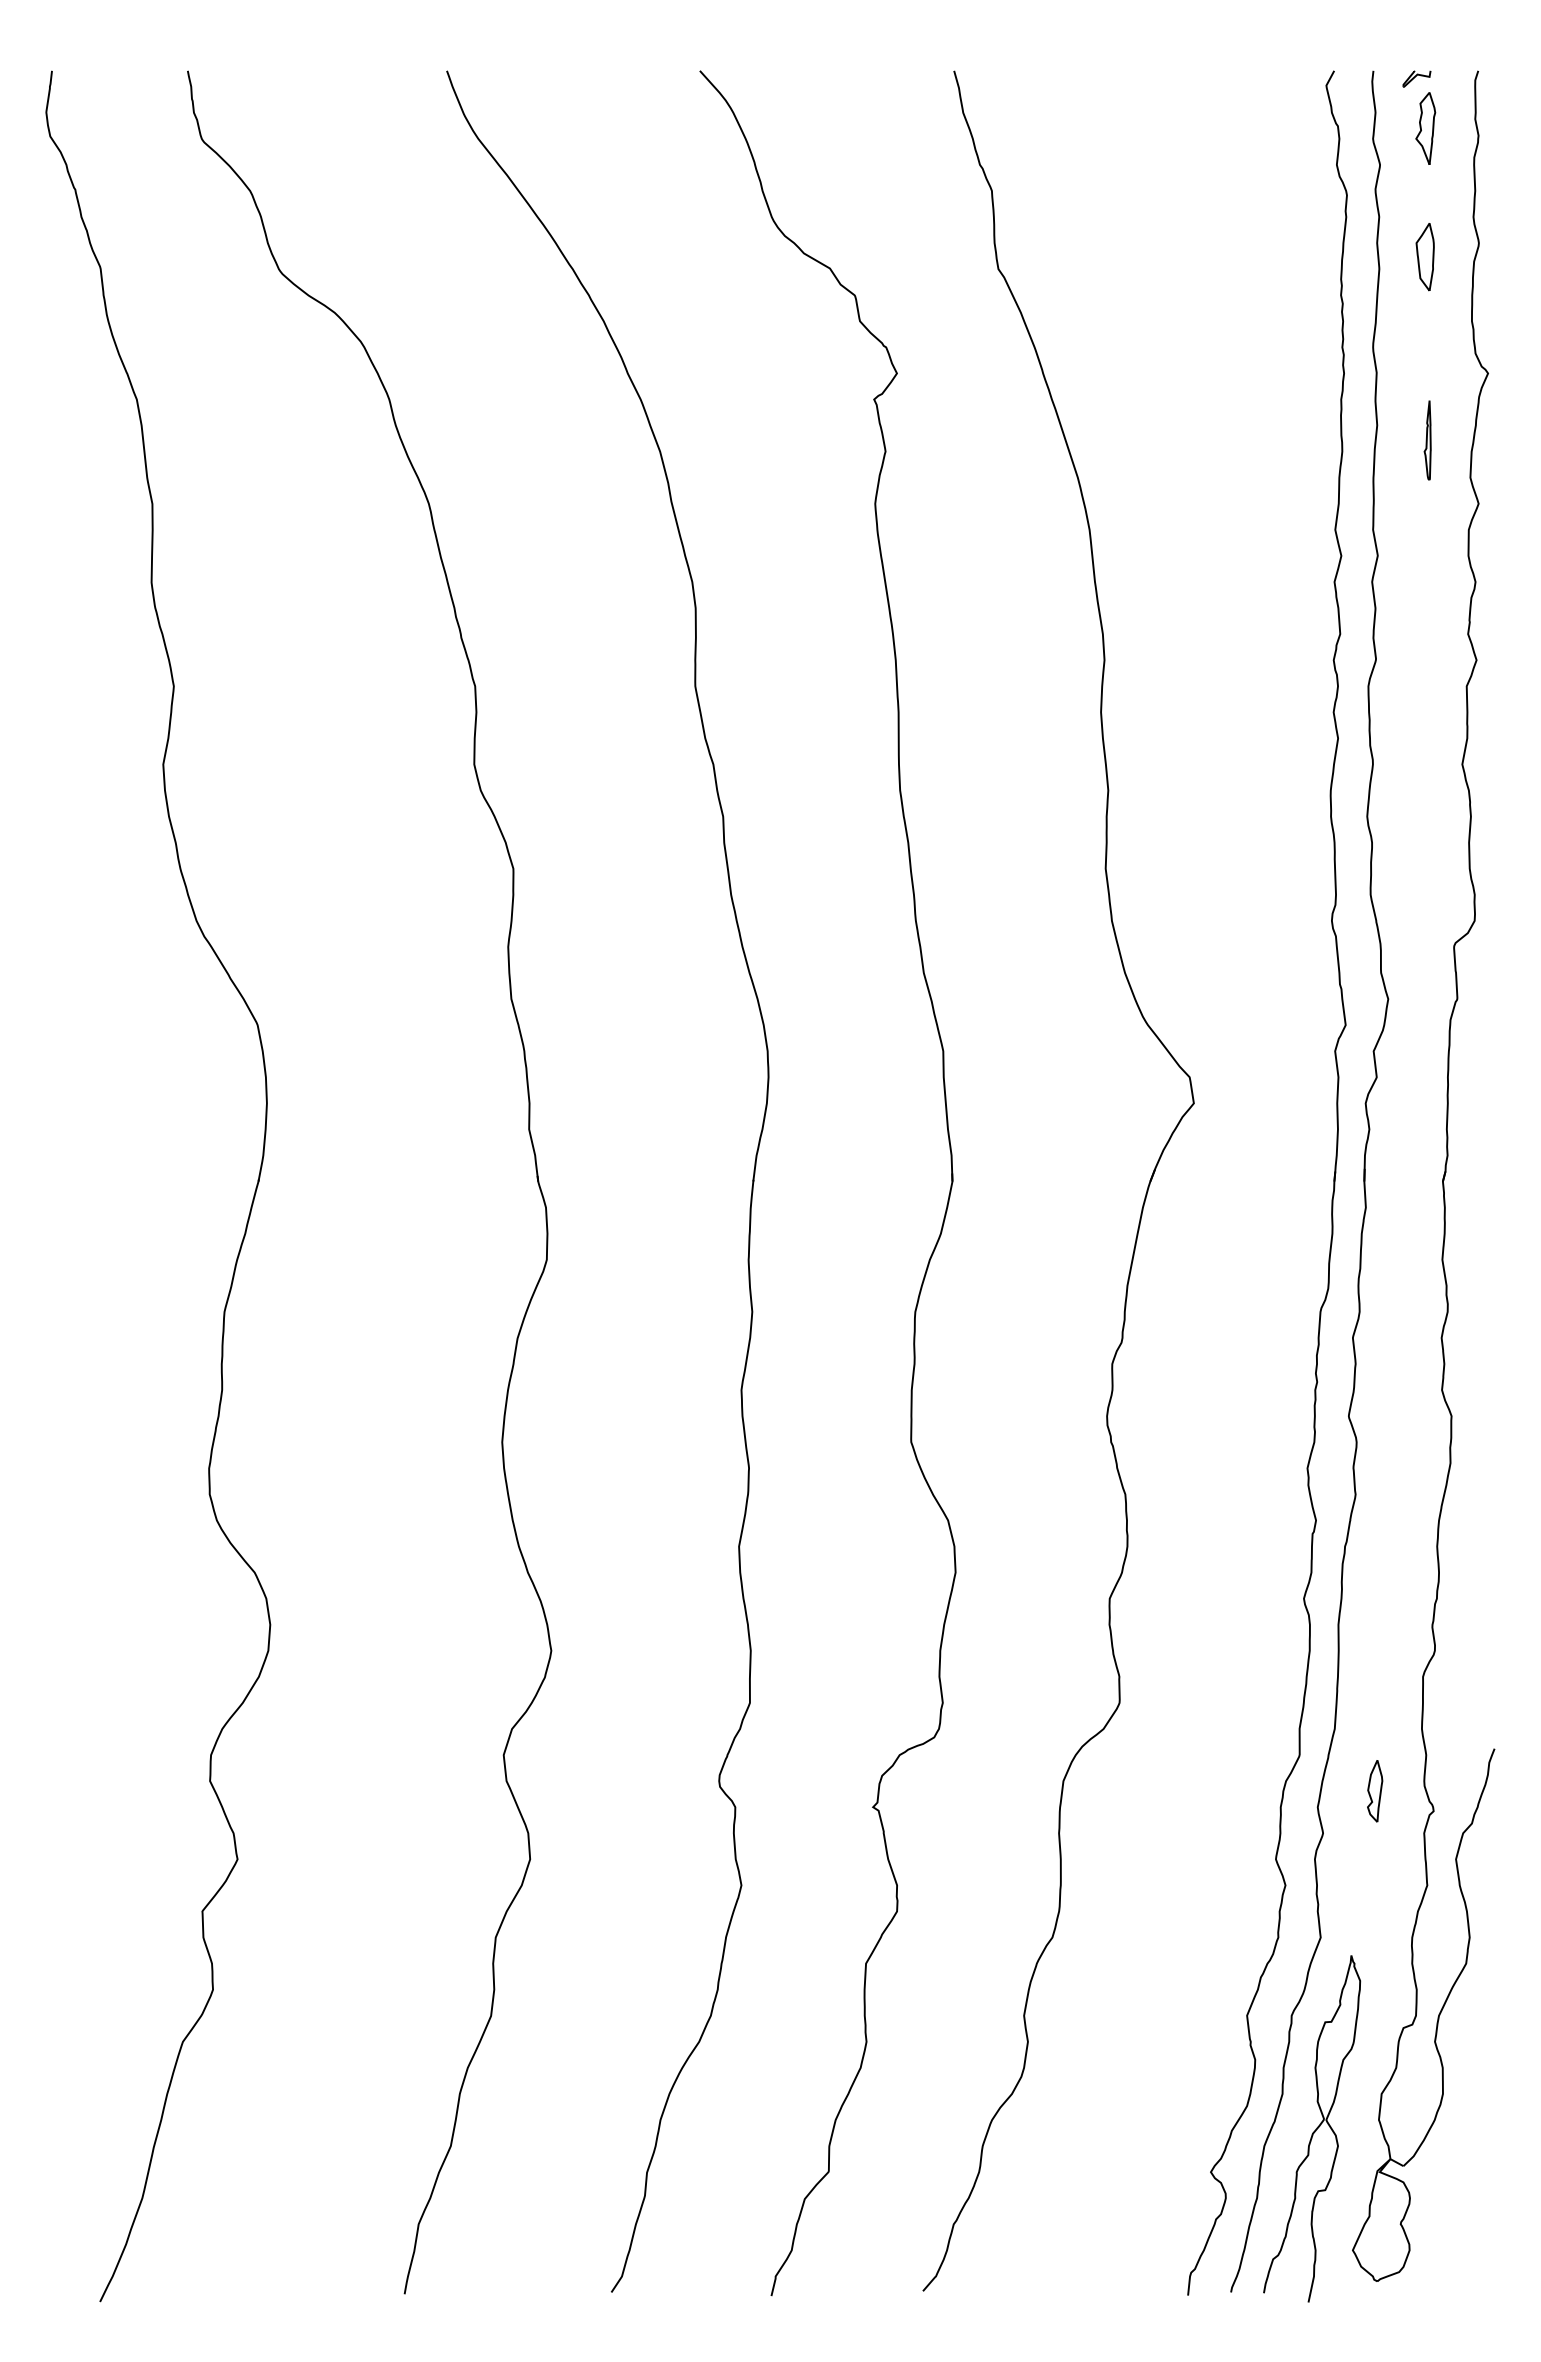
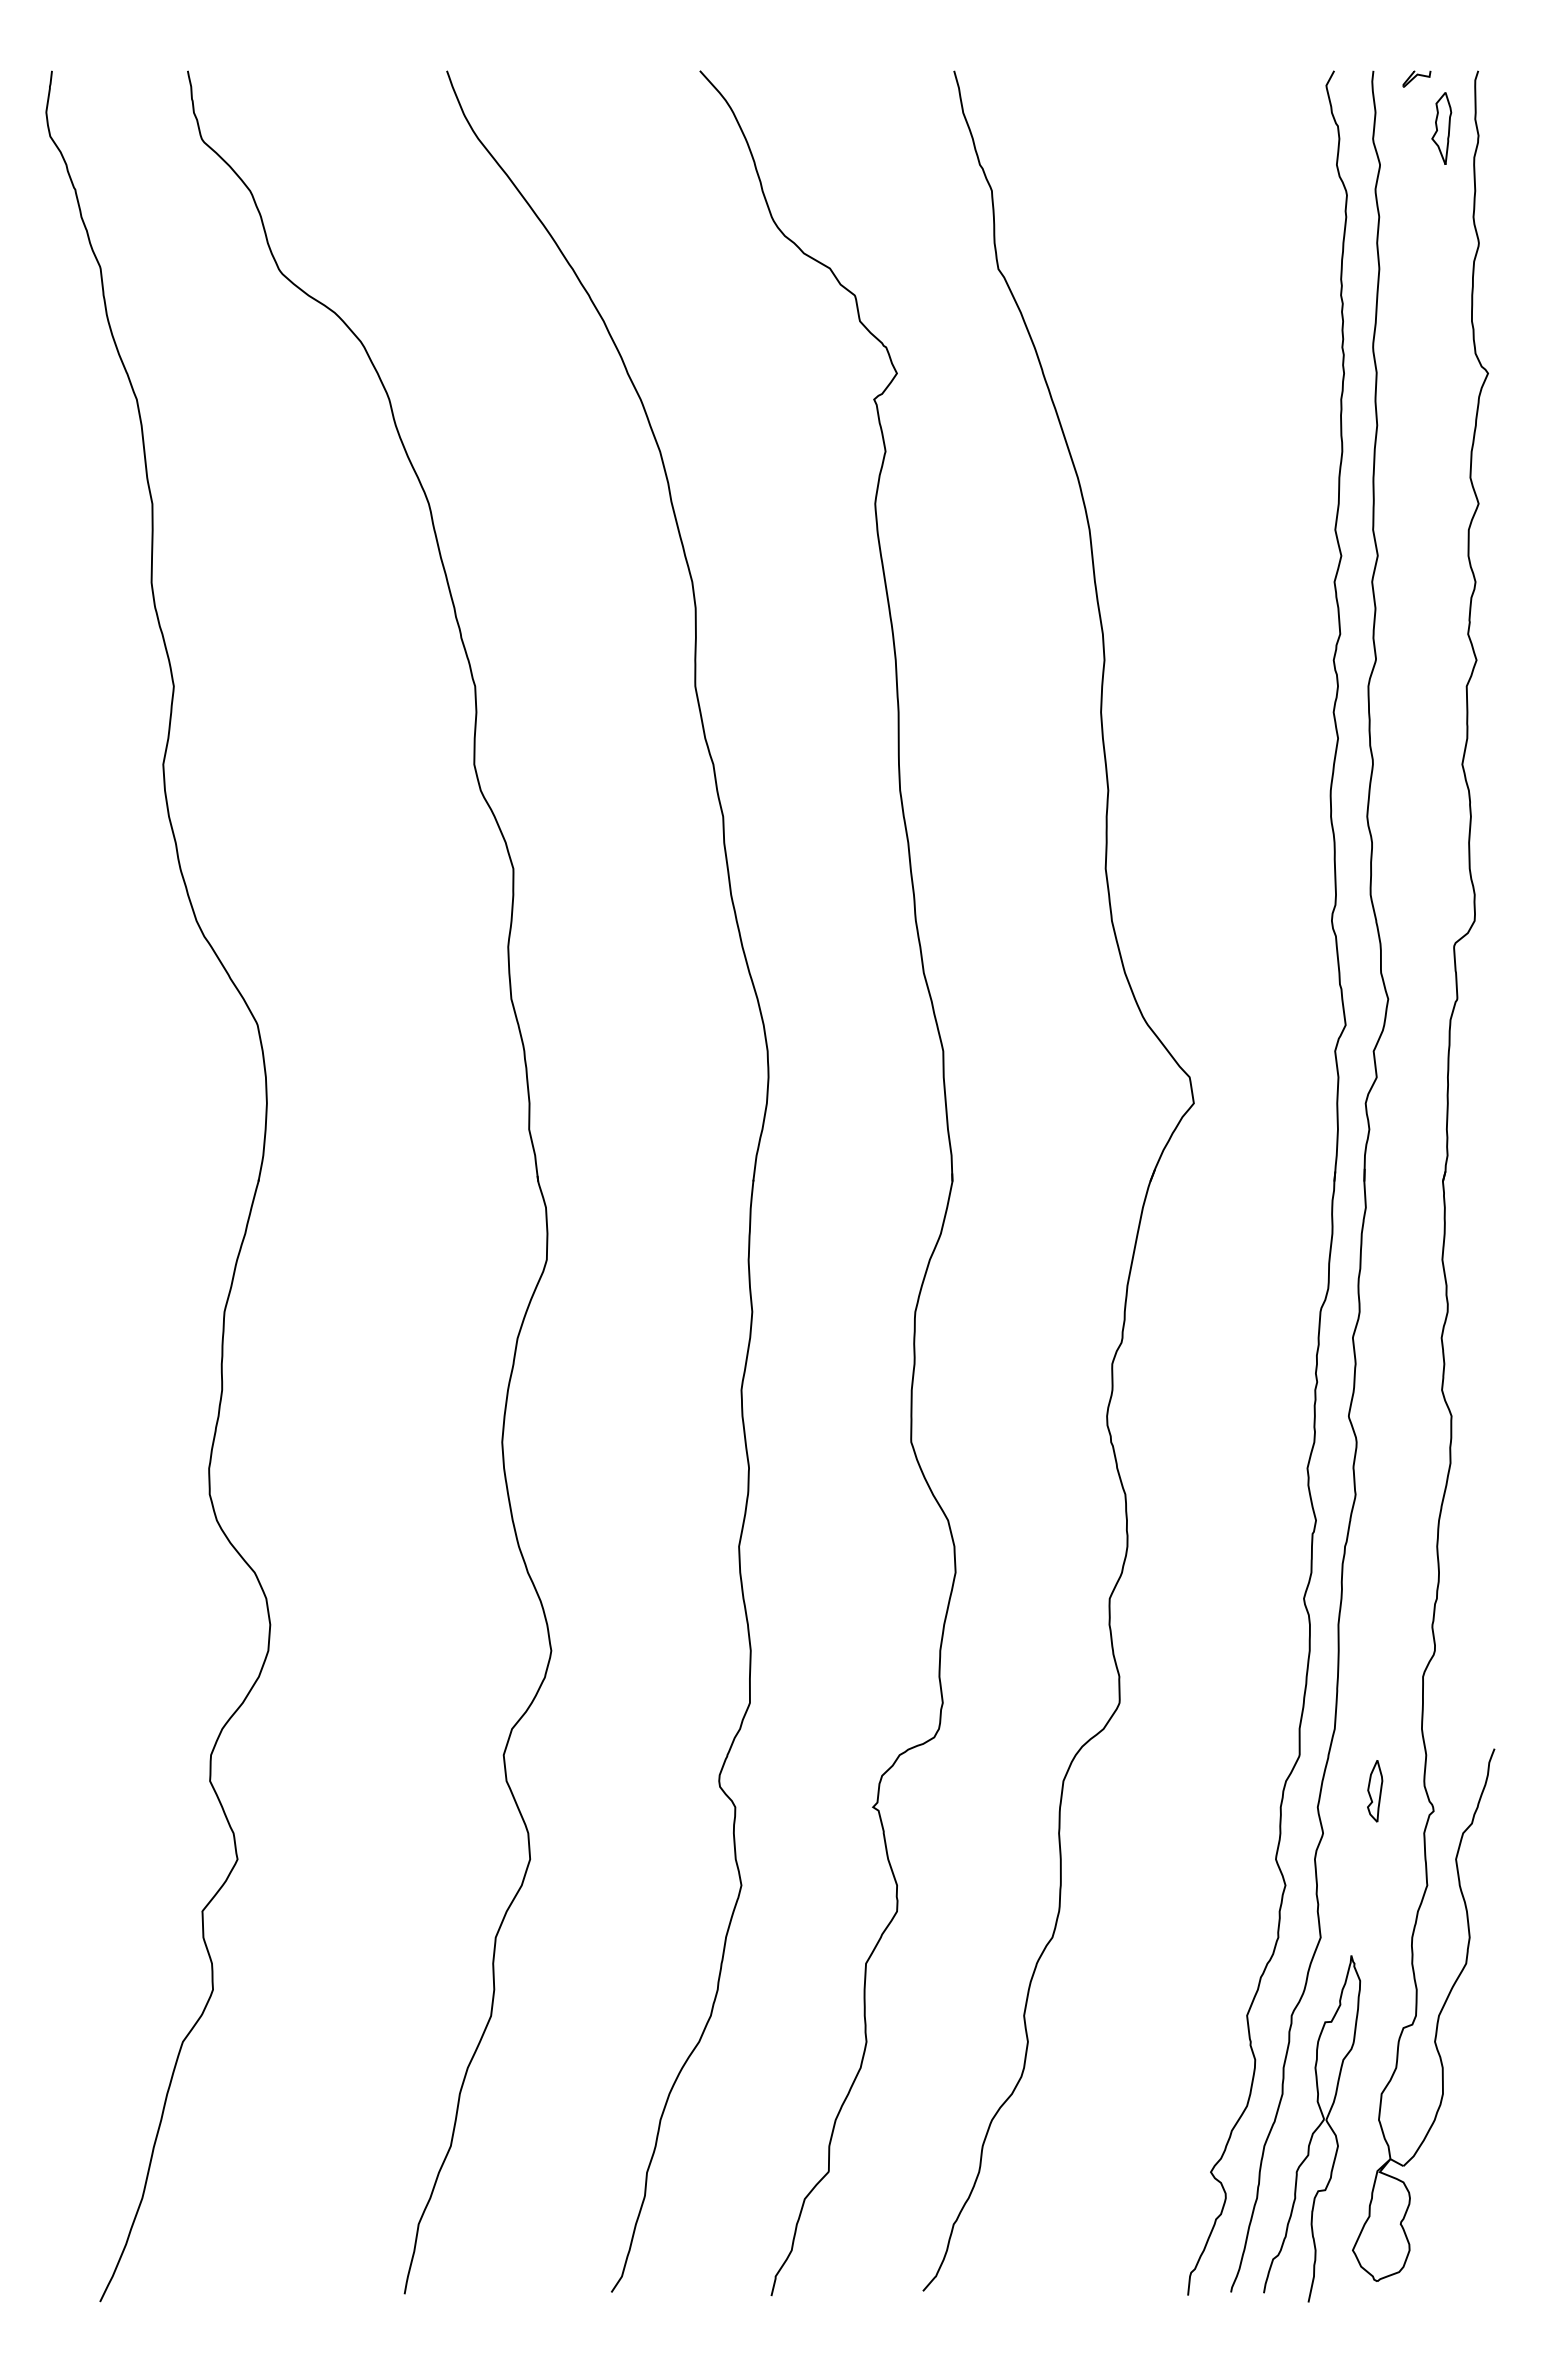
part at (1425, 128) position: (1425, 128) -> (1441, 128)
part at (1424, 257): present -> none
part at (1427, 440): present -> none
